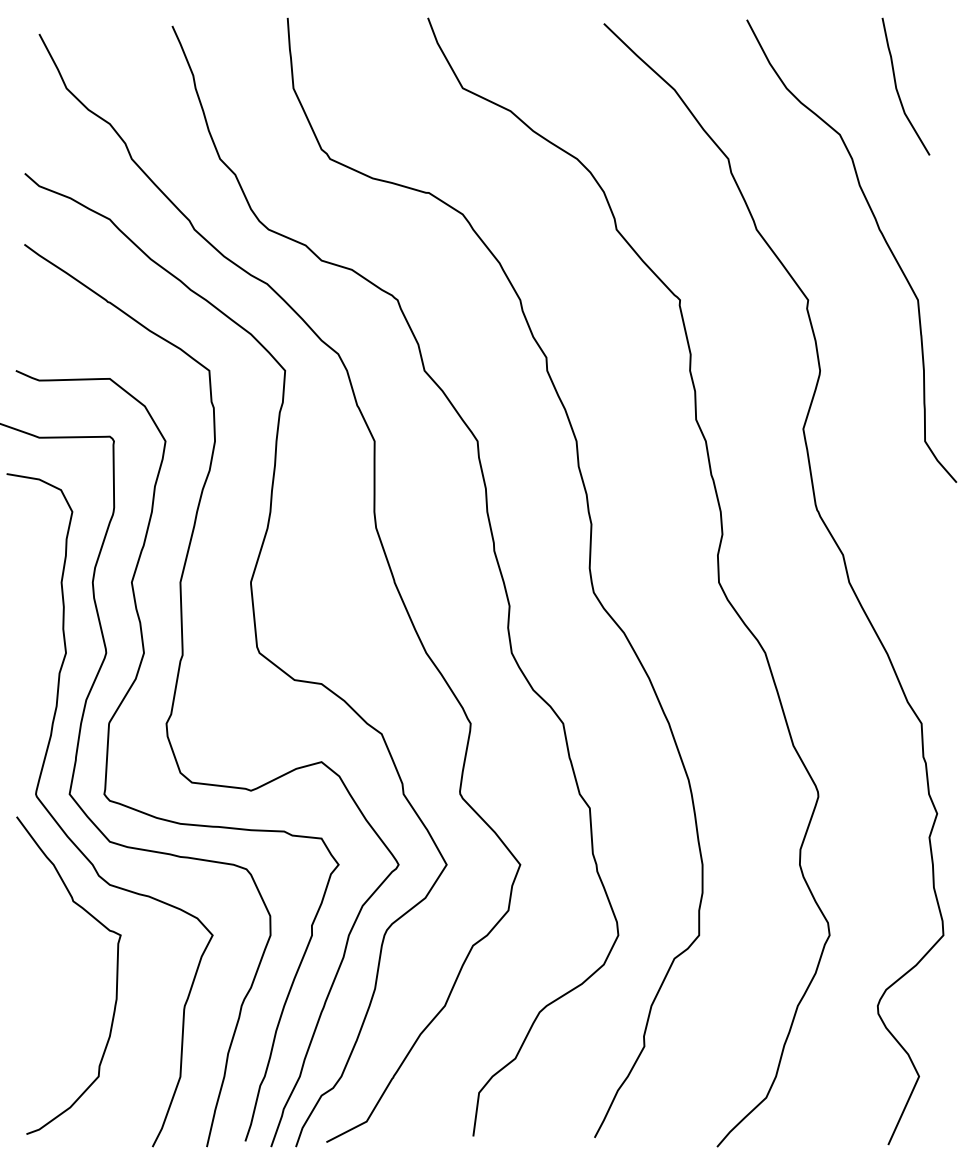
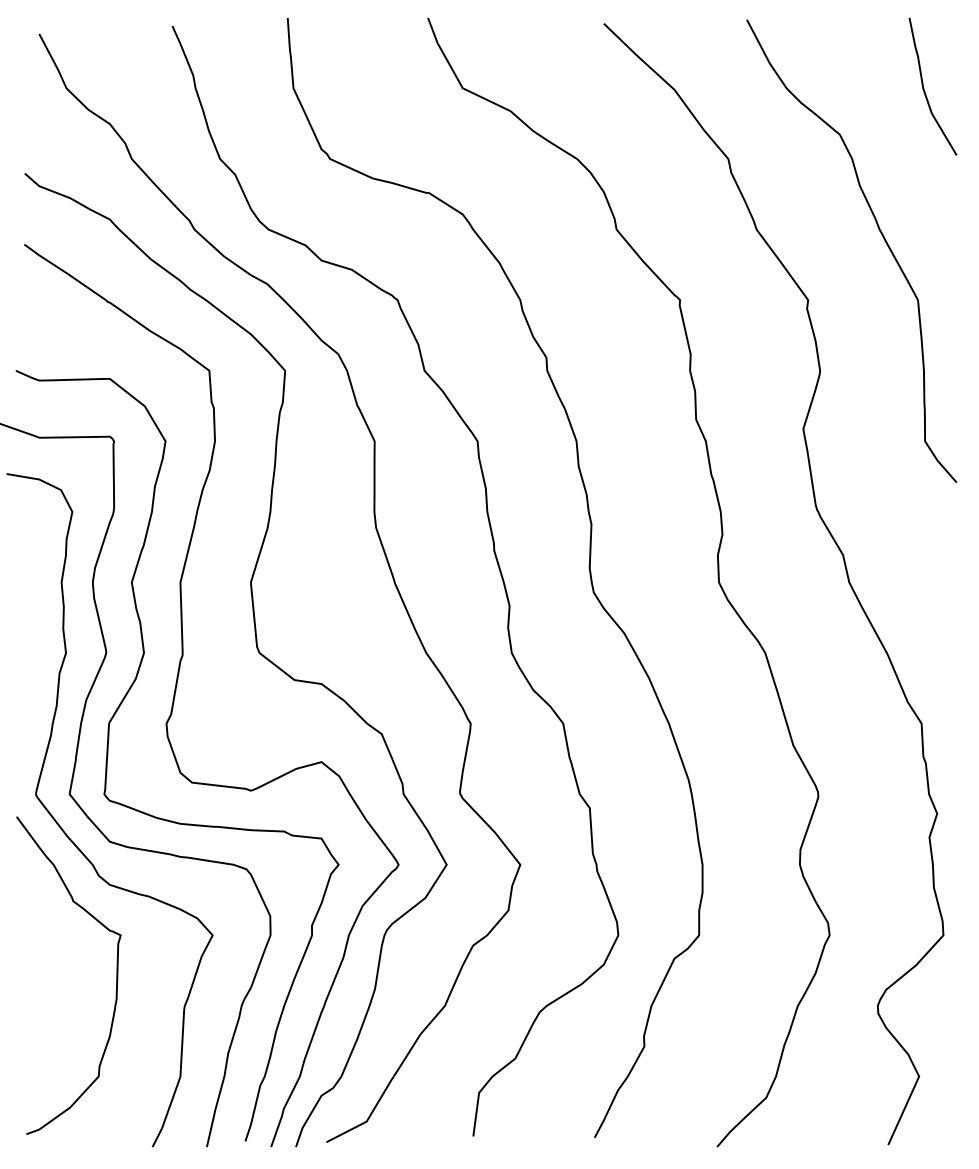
curve at (897, 88) position: (897, 88) -> (924, 88)
